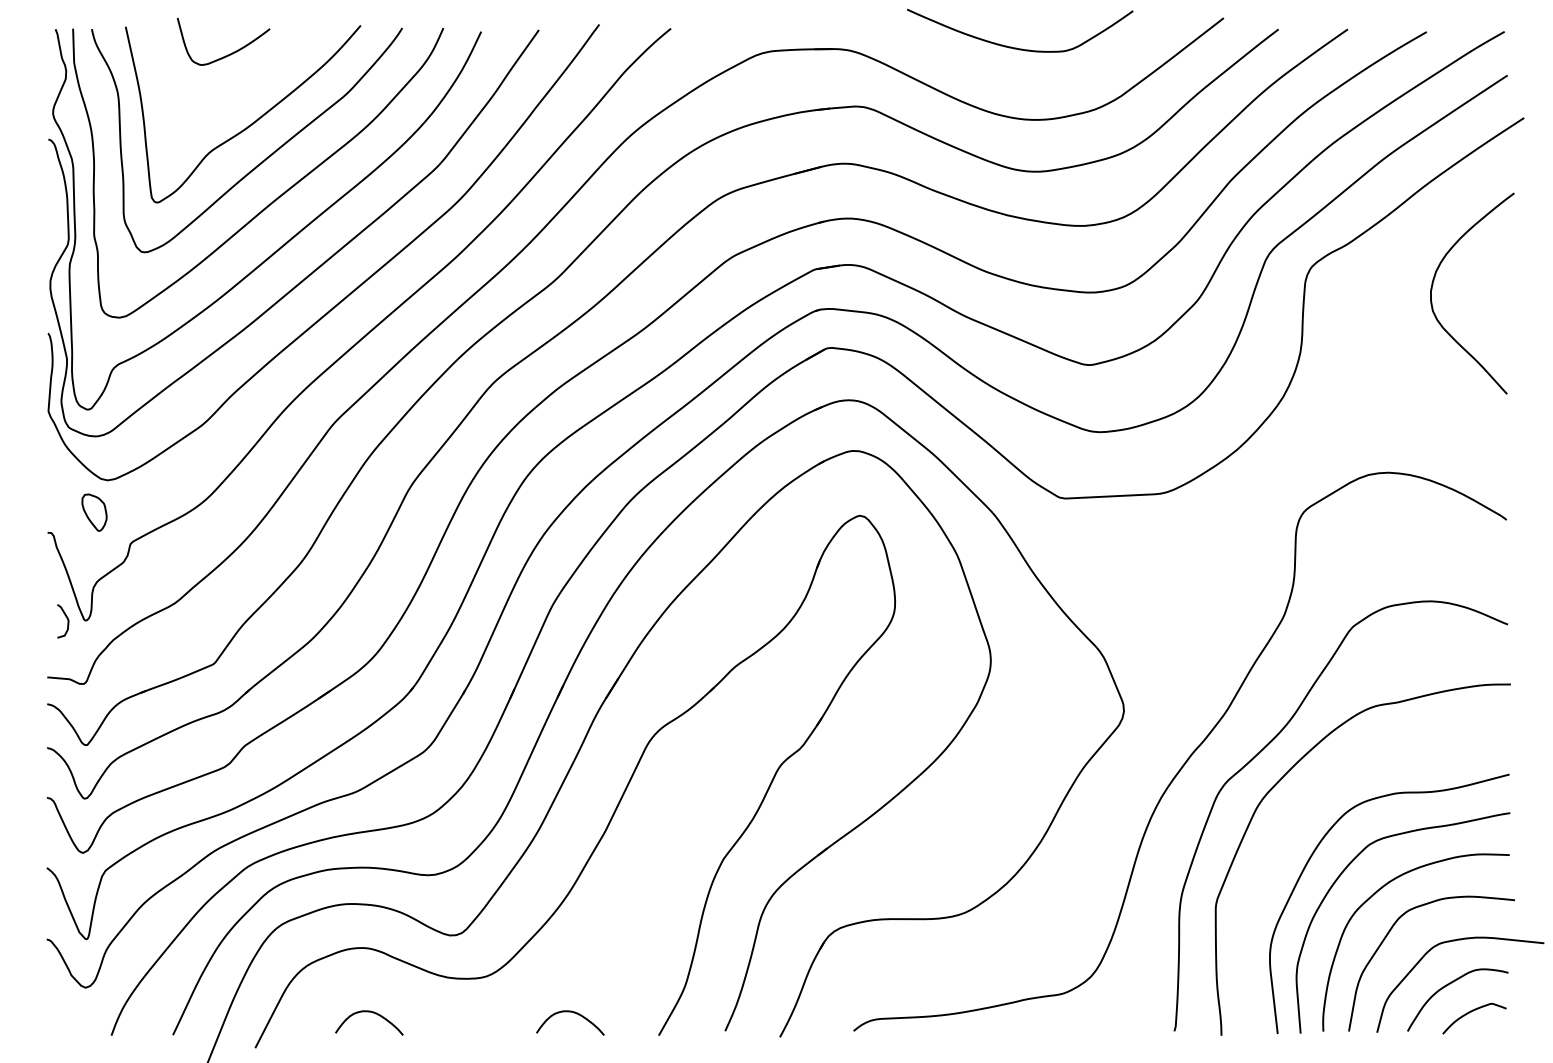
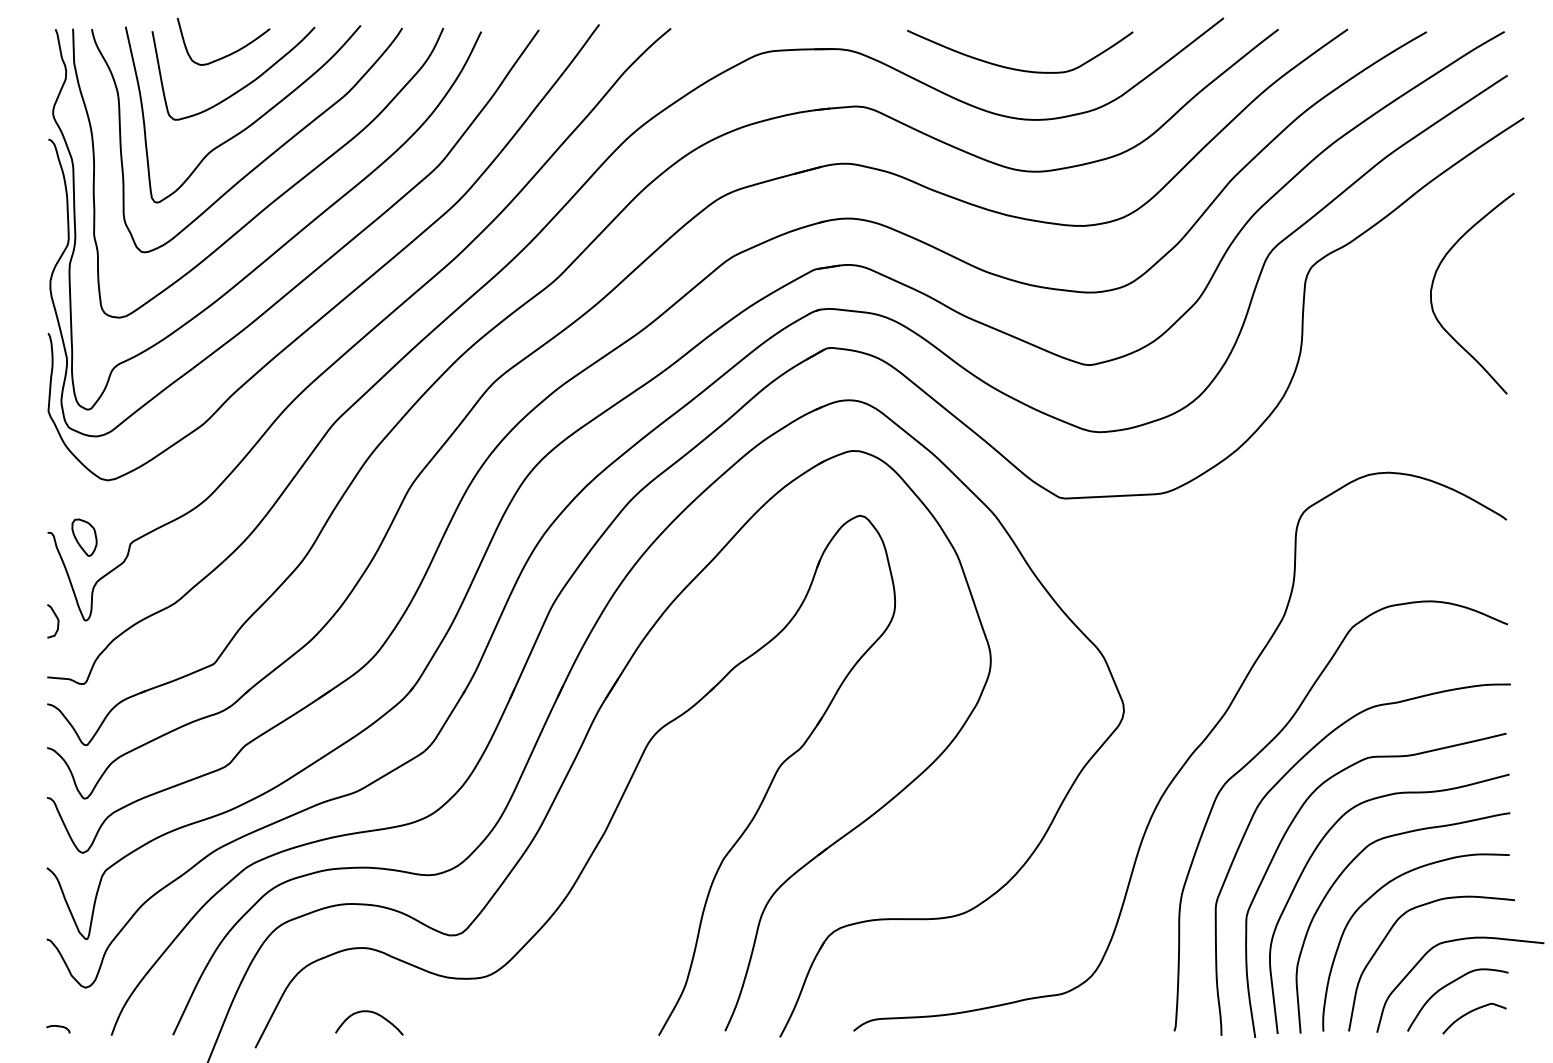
curve at (1016, 47) position: (1016, 47) -> (1016, 68)
curve at (243, 86): none -> present
part at (94, 512) position: (94, 512) -> (84, 537)
curve at (67, 621) position: (67, 621) -> (57, 621)
curve at (1288, 830): none -> present
curve at (573, 1013): present -> none
curve at (58, 1027): none -> present
